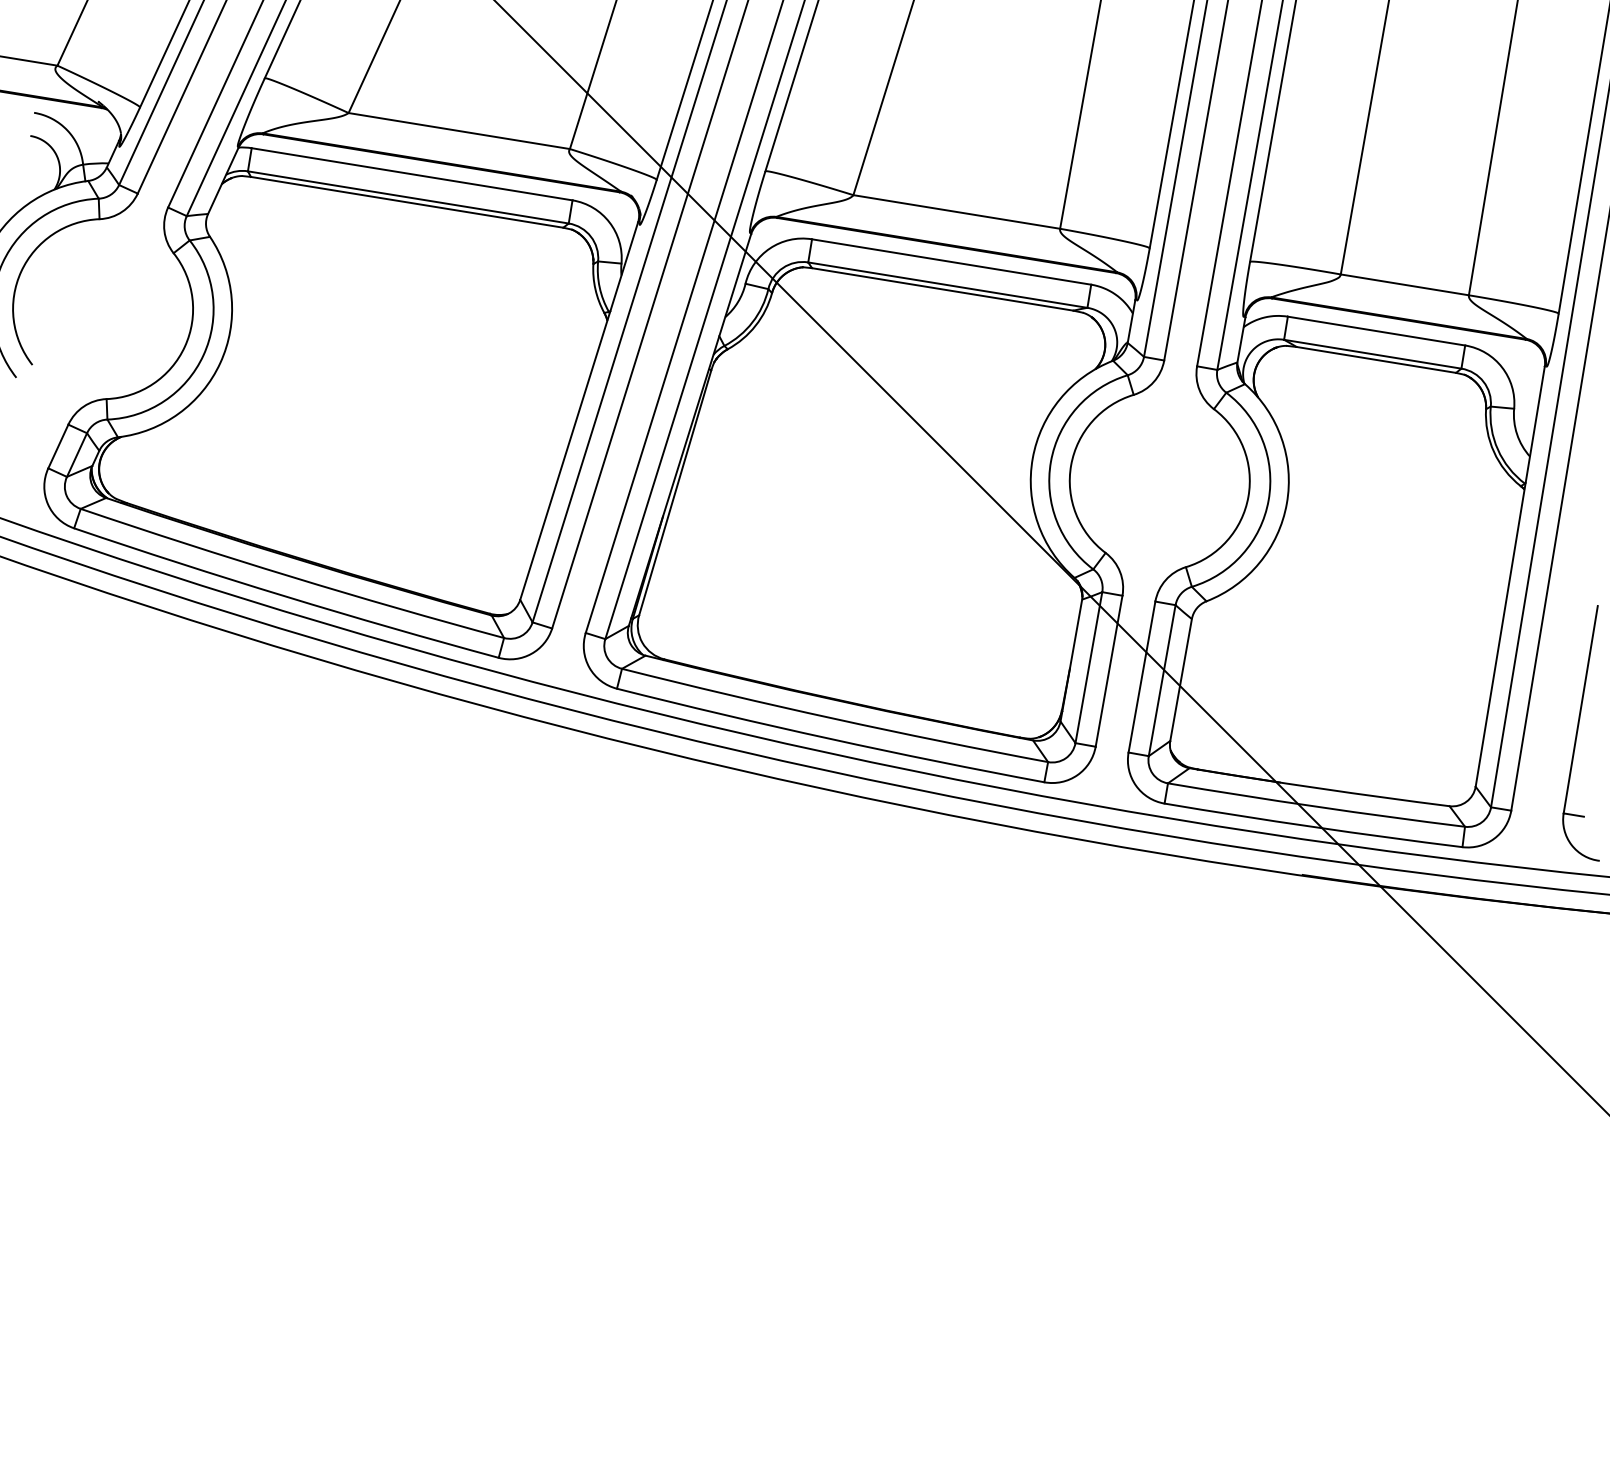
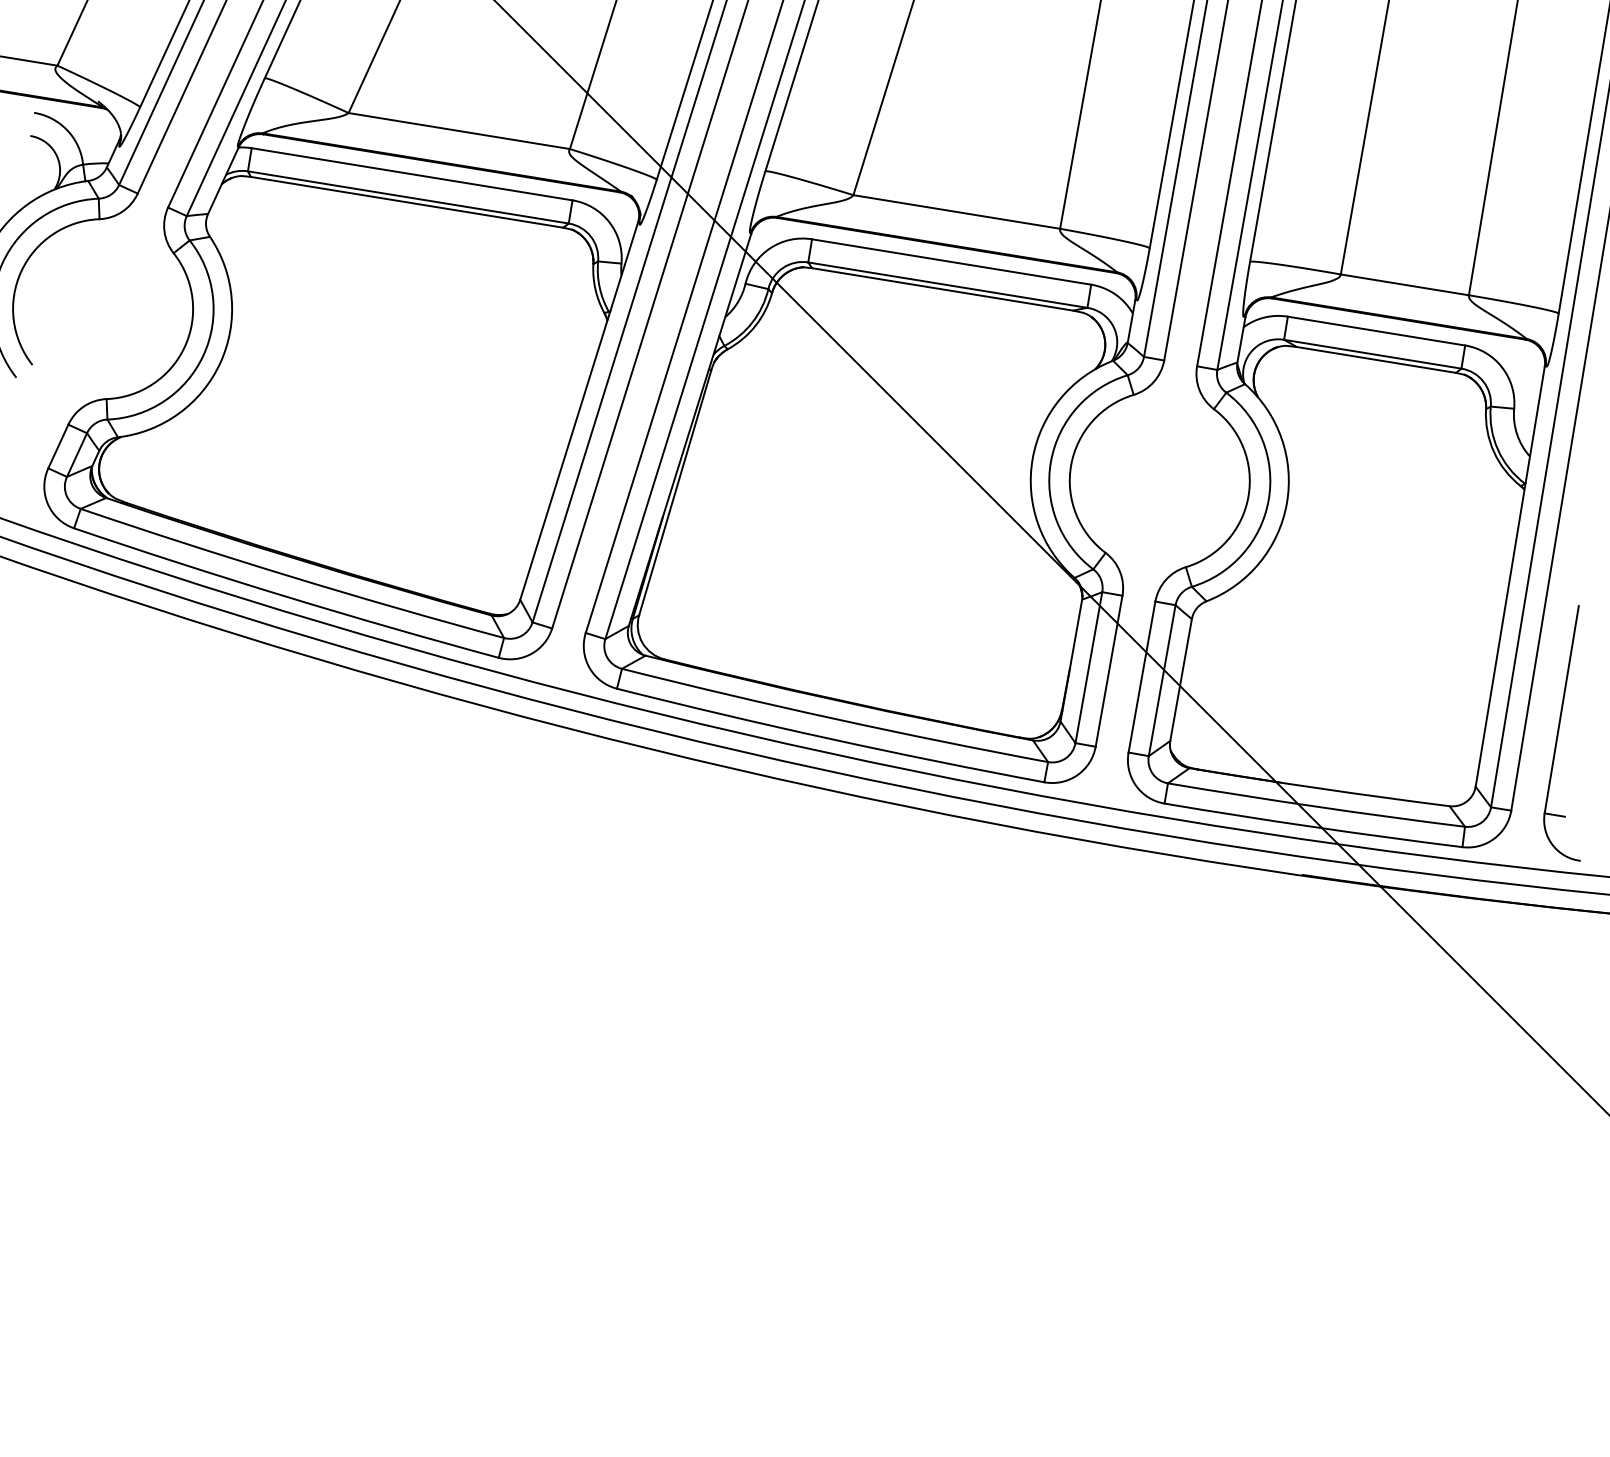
part at (1580, 733) position: (1580, 733) -> (1561, 733)
